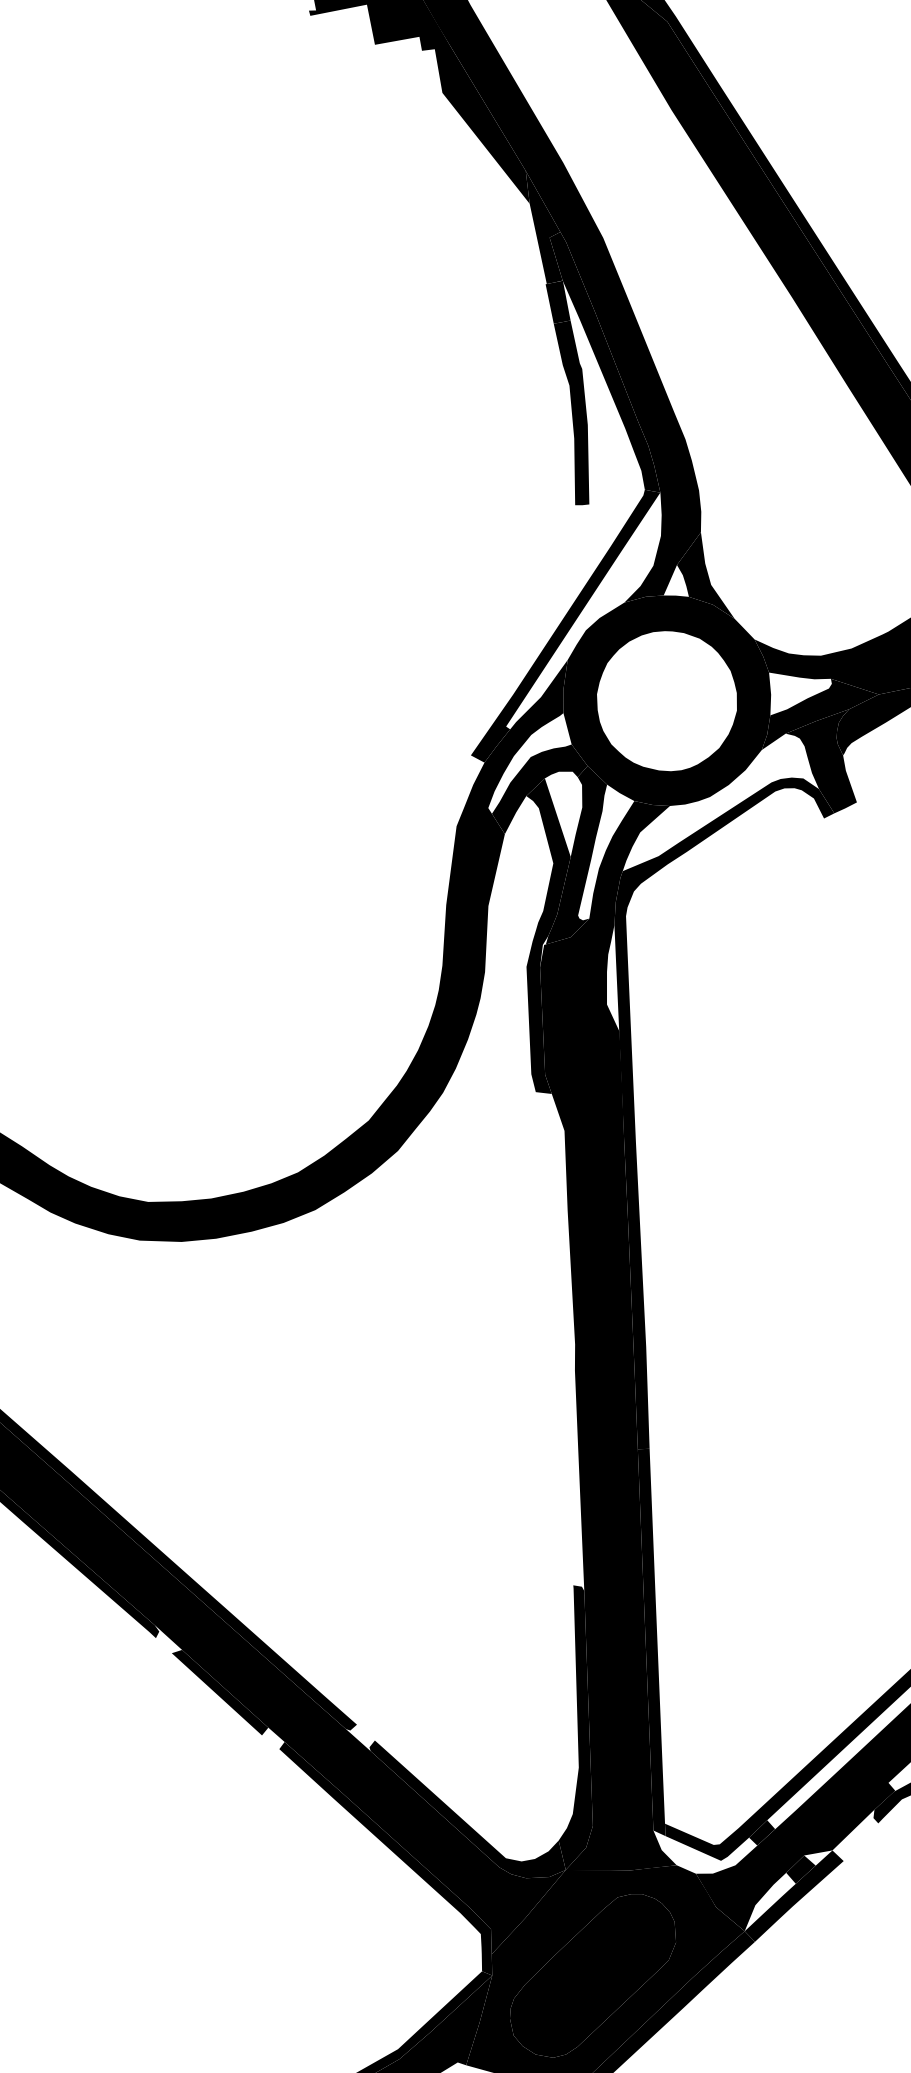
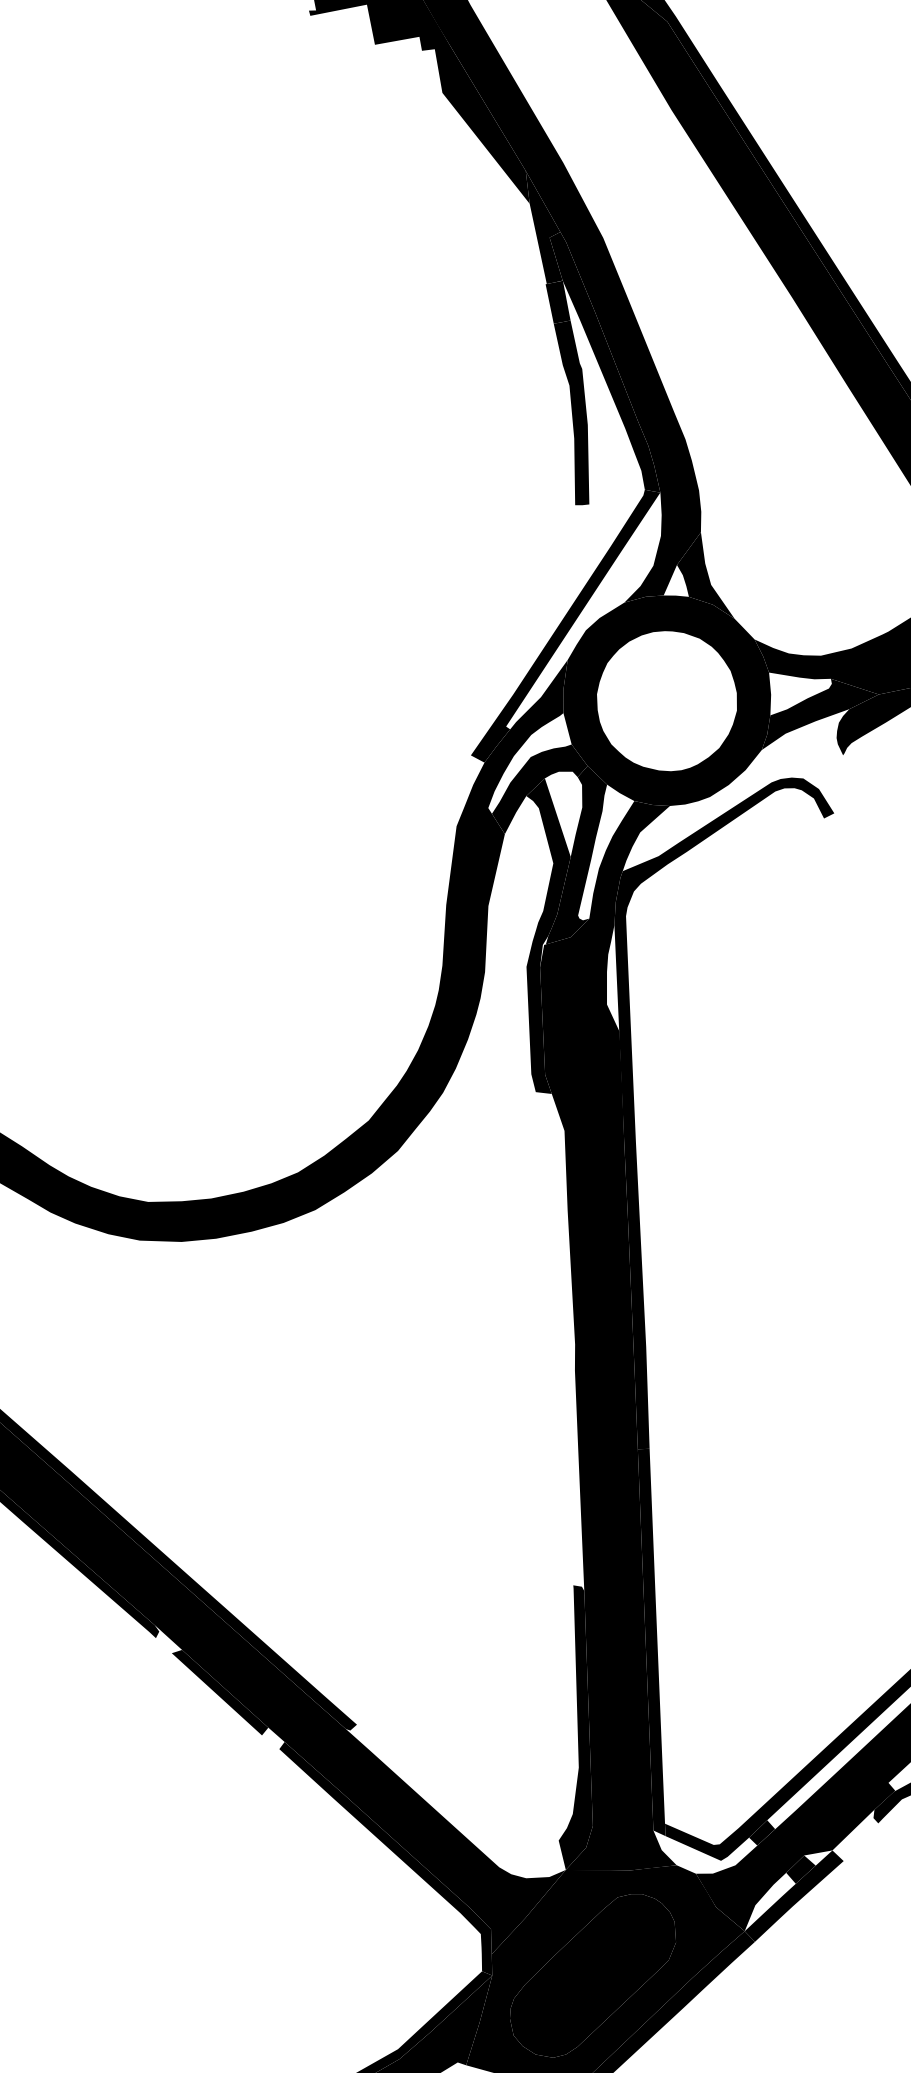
fill at (820, 761): present -> none
fill at (467, 1809): present -> none
